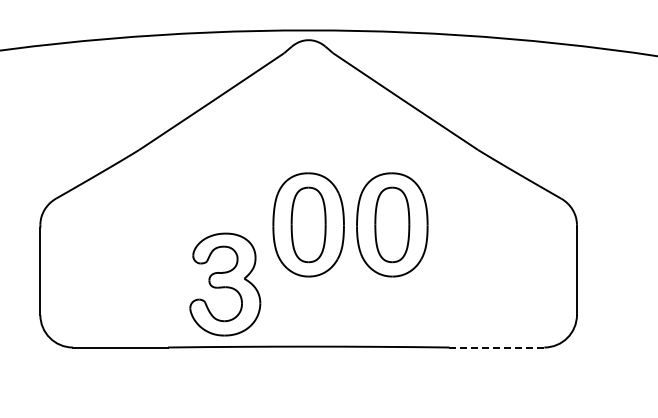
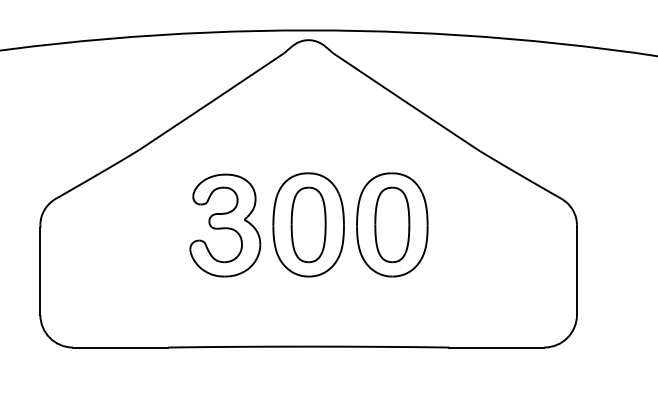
part at (225, 284) position: (225, 284) -> (225, 225)
line at (496, 347): dashed -> solid
